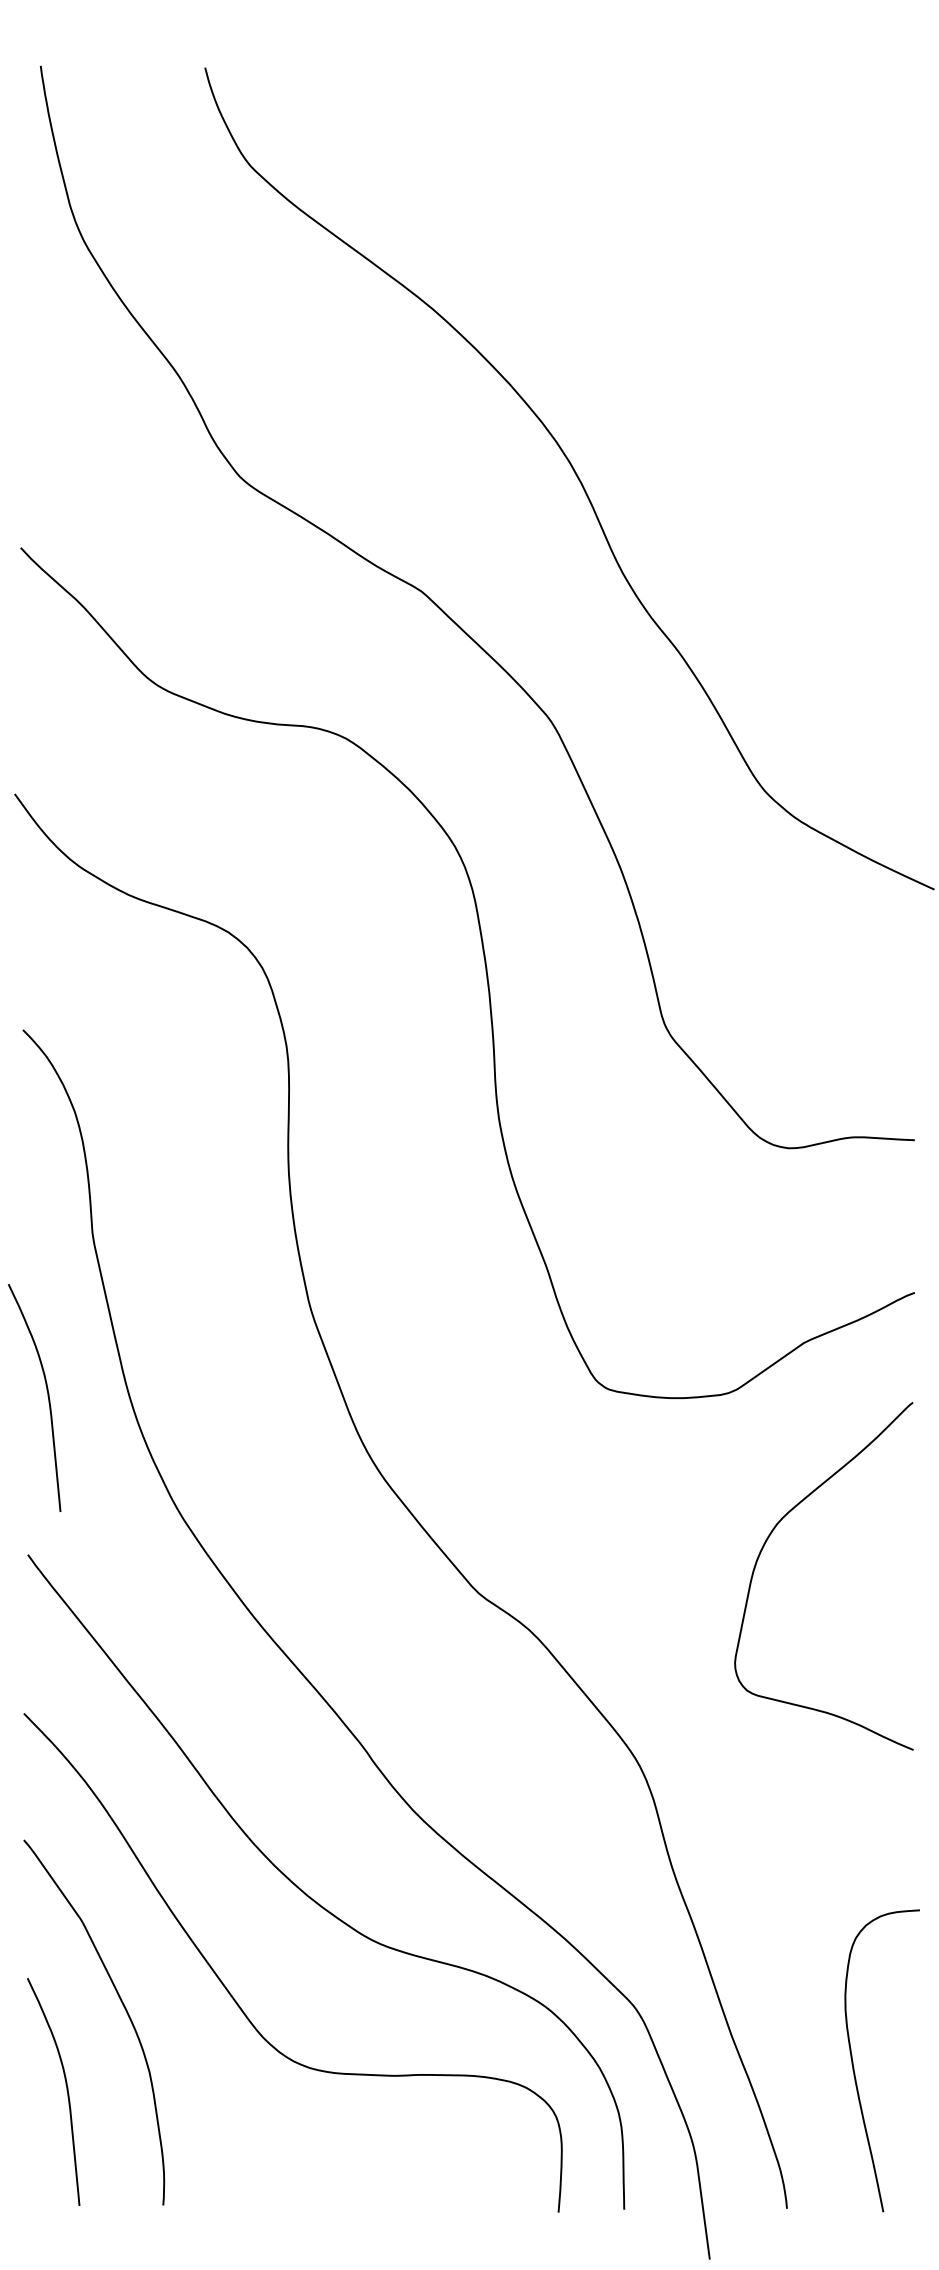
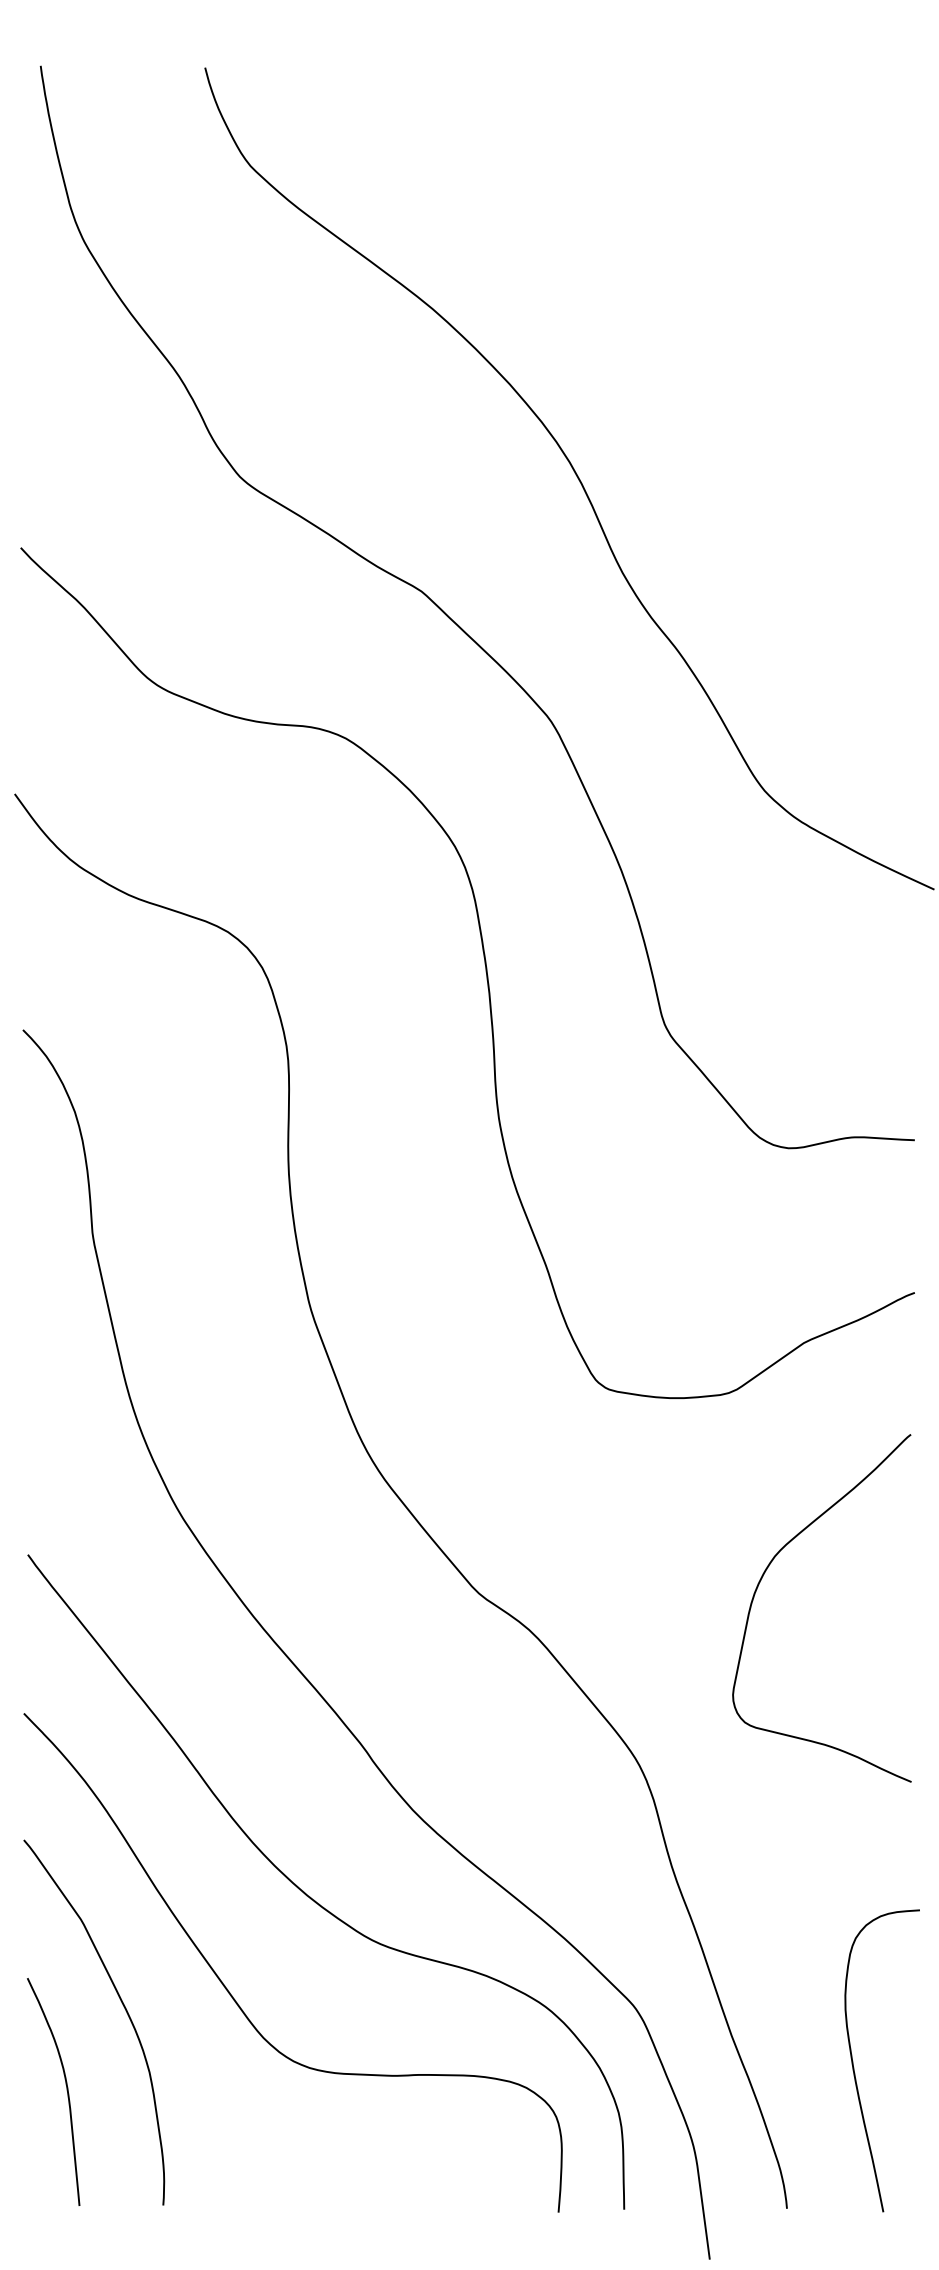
curve at (47, 1396): present -> none
curve at (764, 1546) position: (764, 1546) -> (762, 1578)
